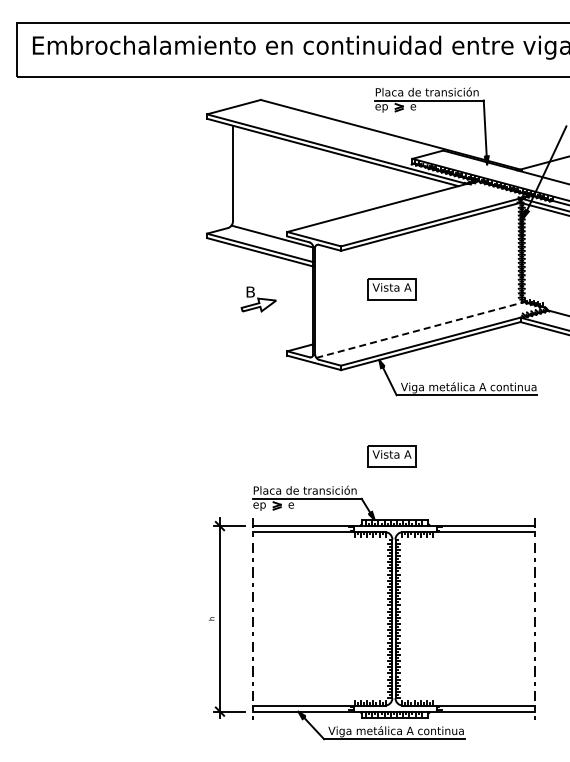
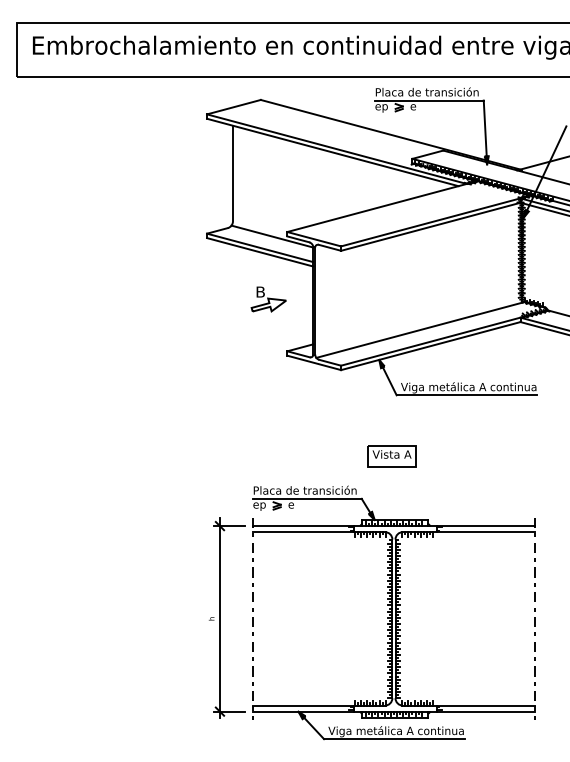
part at (391, 289): present -> none
part at (258, 299) position: (258, 299) -> (268, 299)
line at (421, 329): dashed -> solid
